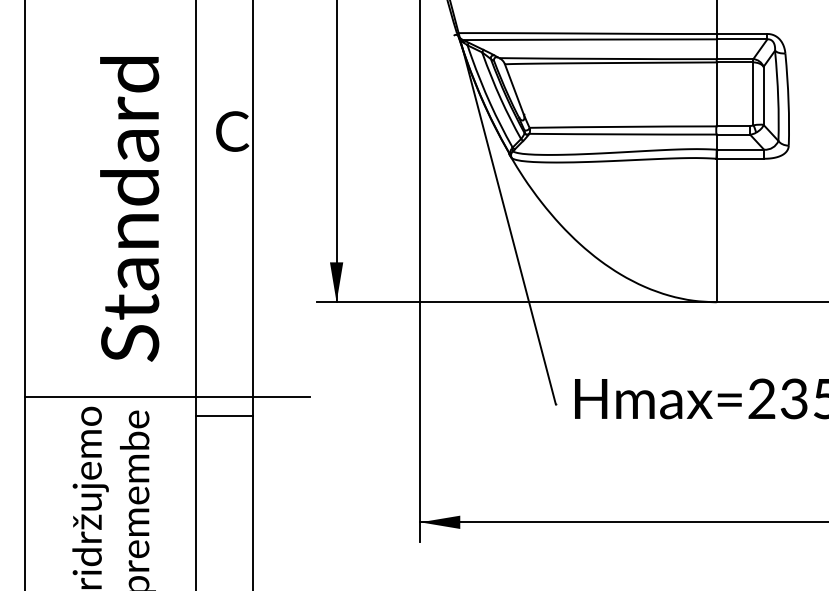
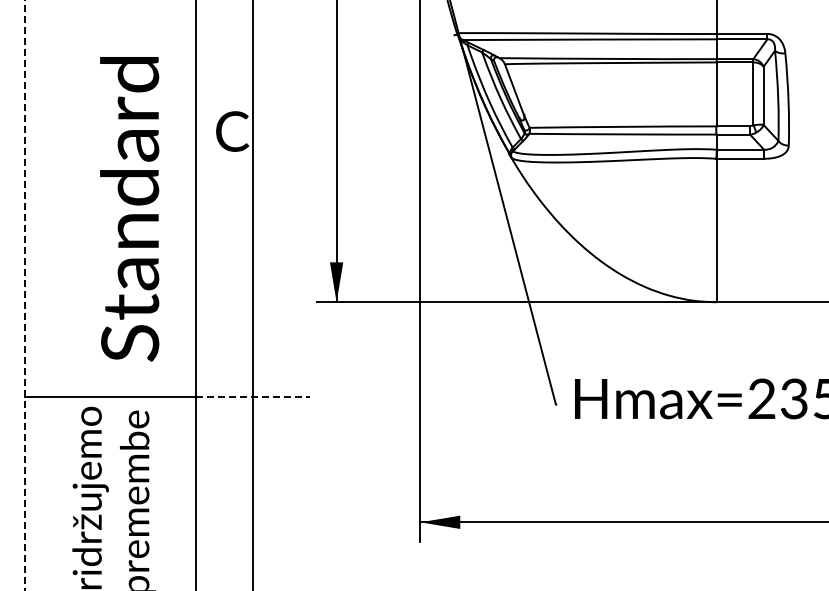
line at (24, 295): solid -> dashed
line at (253, 397): solid -> dashed
line at (223, 416): present -> none
